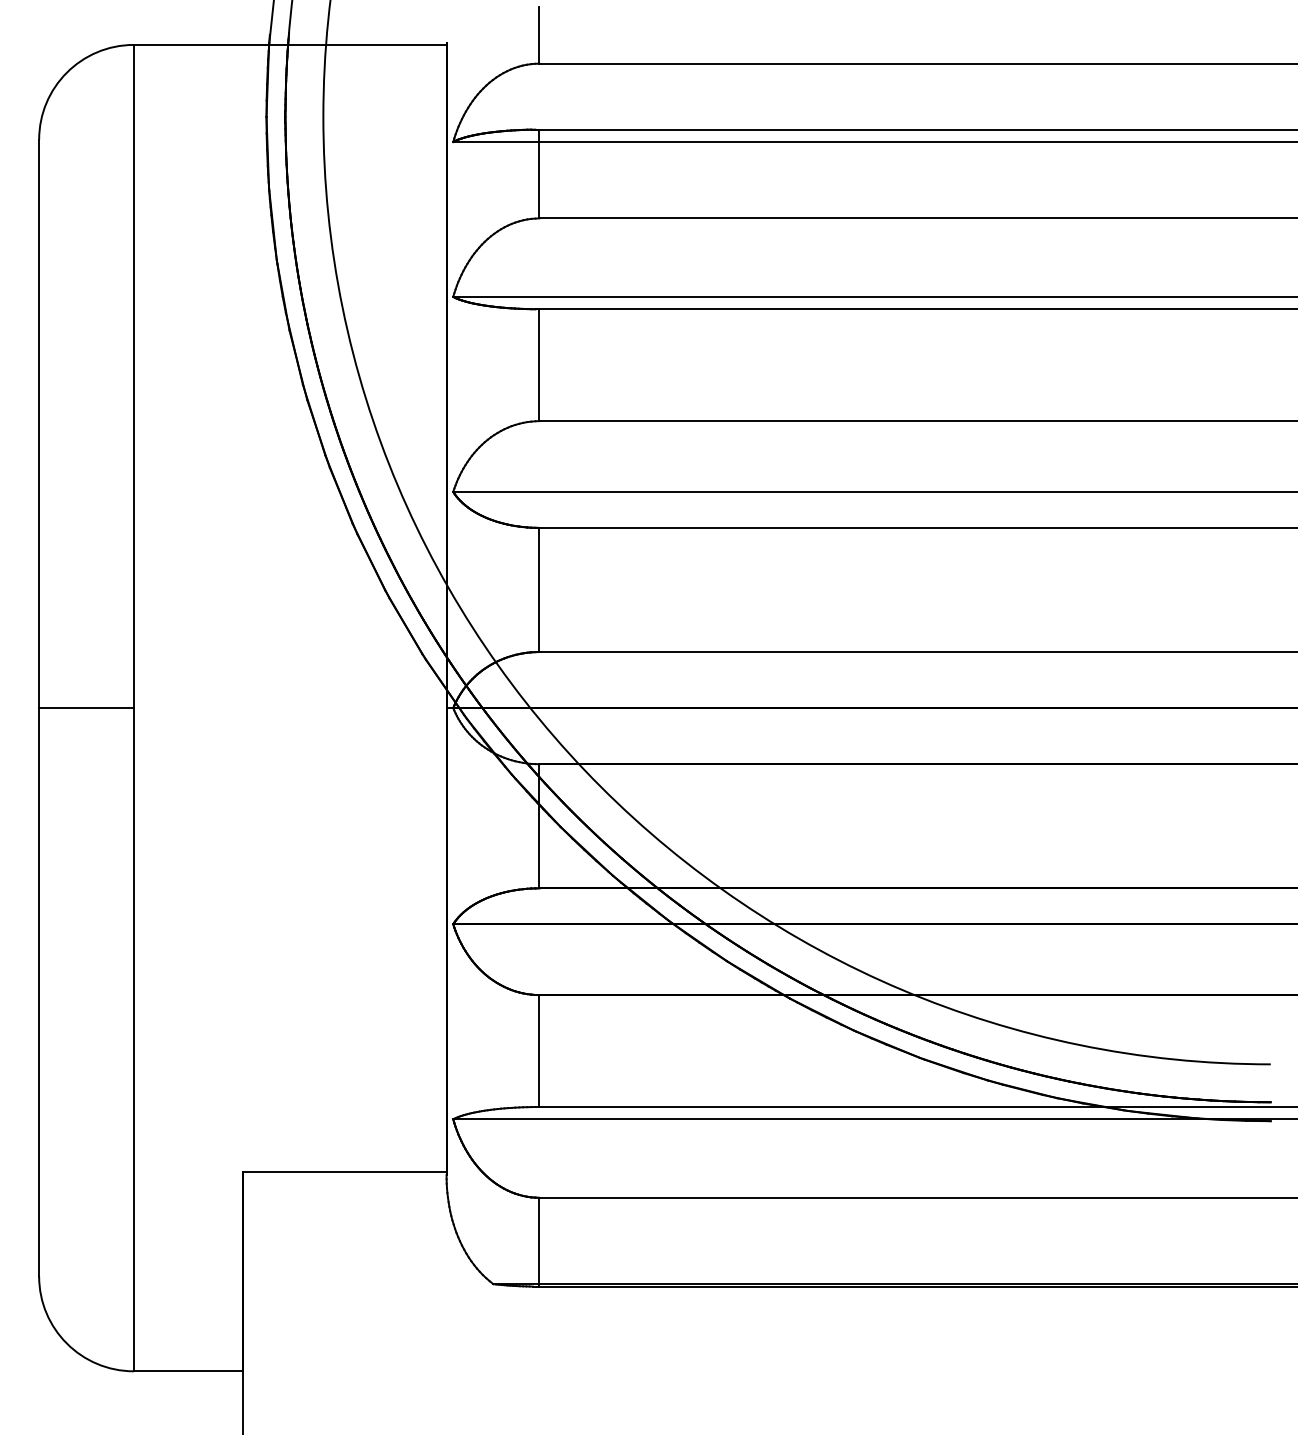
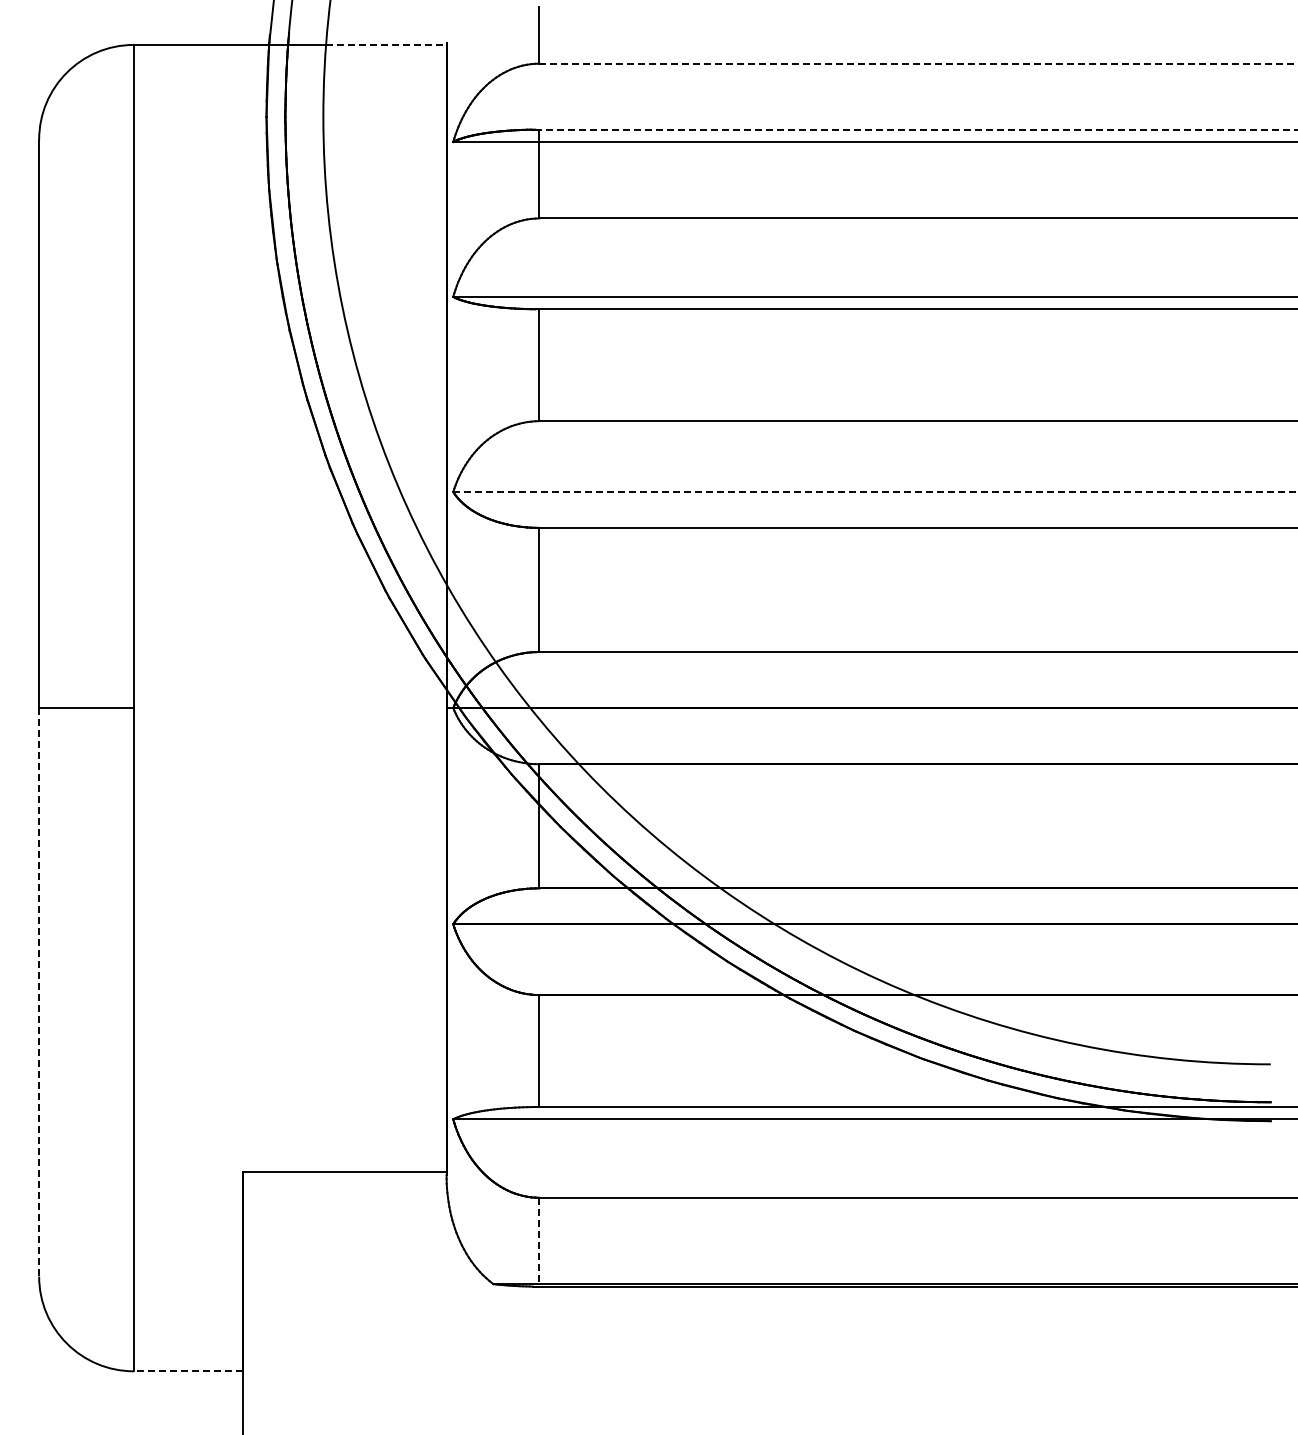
line at (386, 44): solid -> dashed
line at (918, 63): solid -> dashed
line at (918, 129): solid -> dashed
line at (876, 491): solid -> dashed
line at (39, 992): solid -> dashed
line at (539, 1242): solid -> dashed
line at (187, 1371): solid -> dashed
